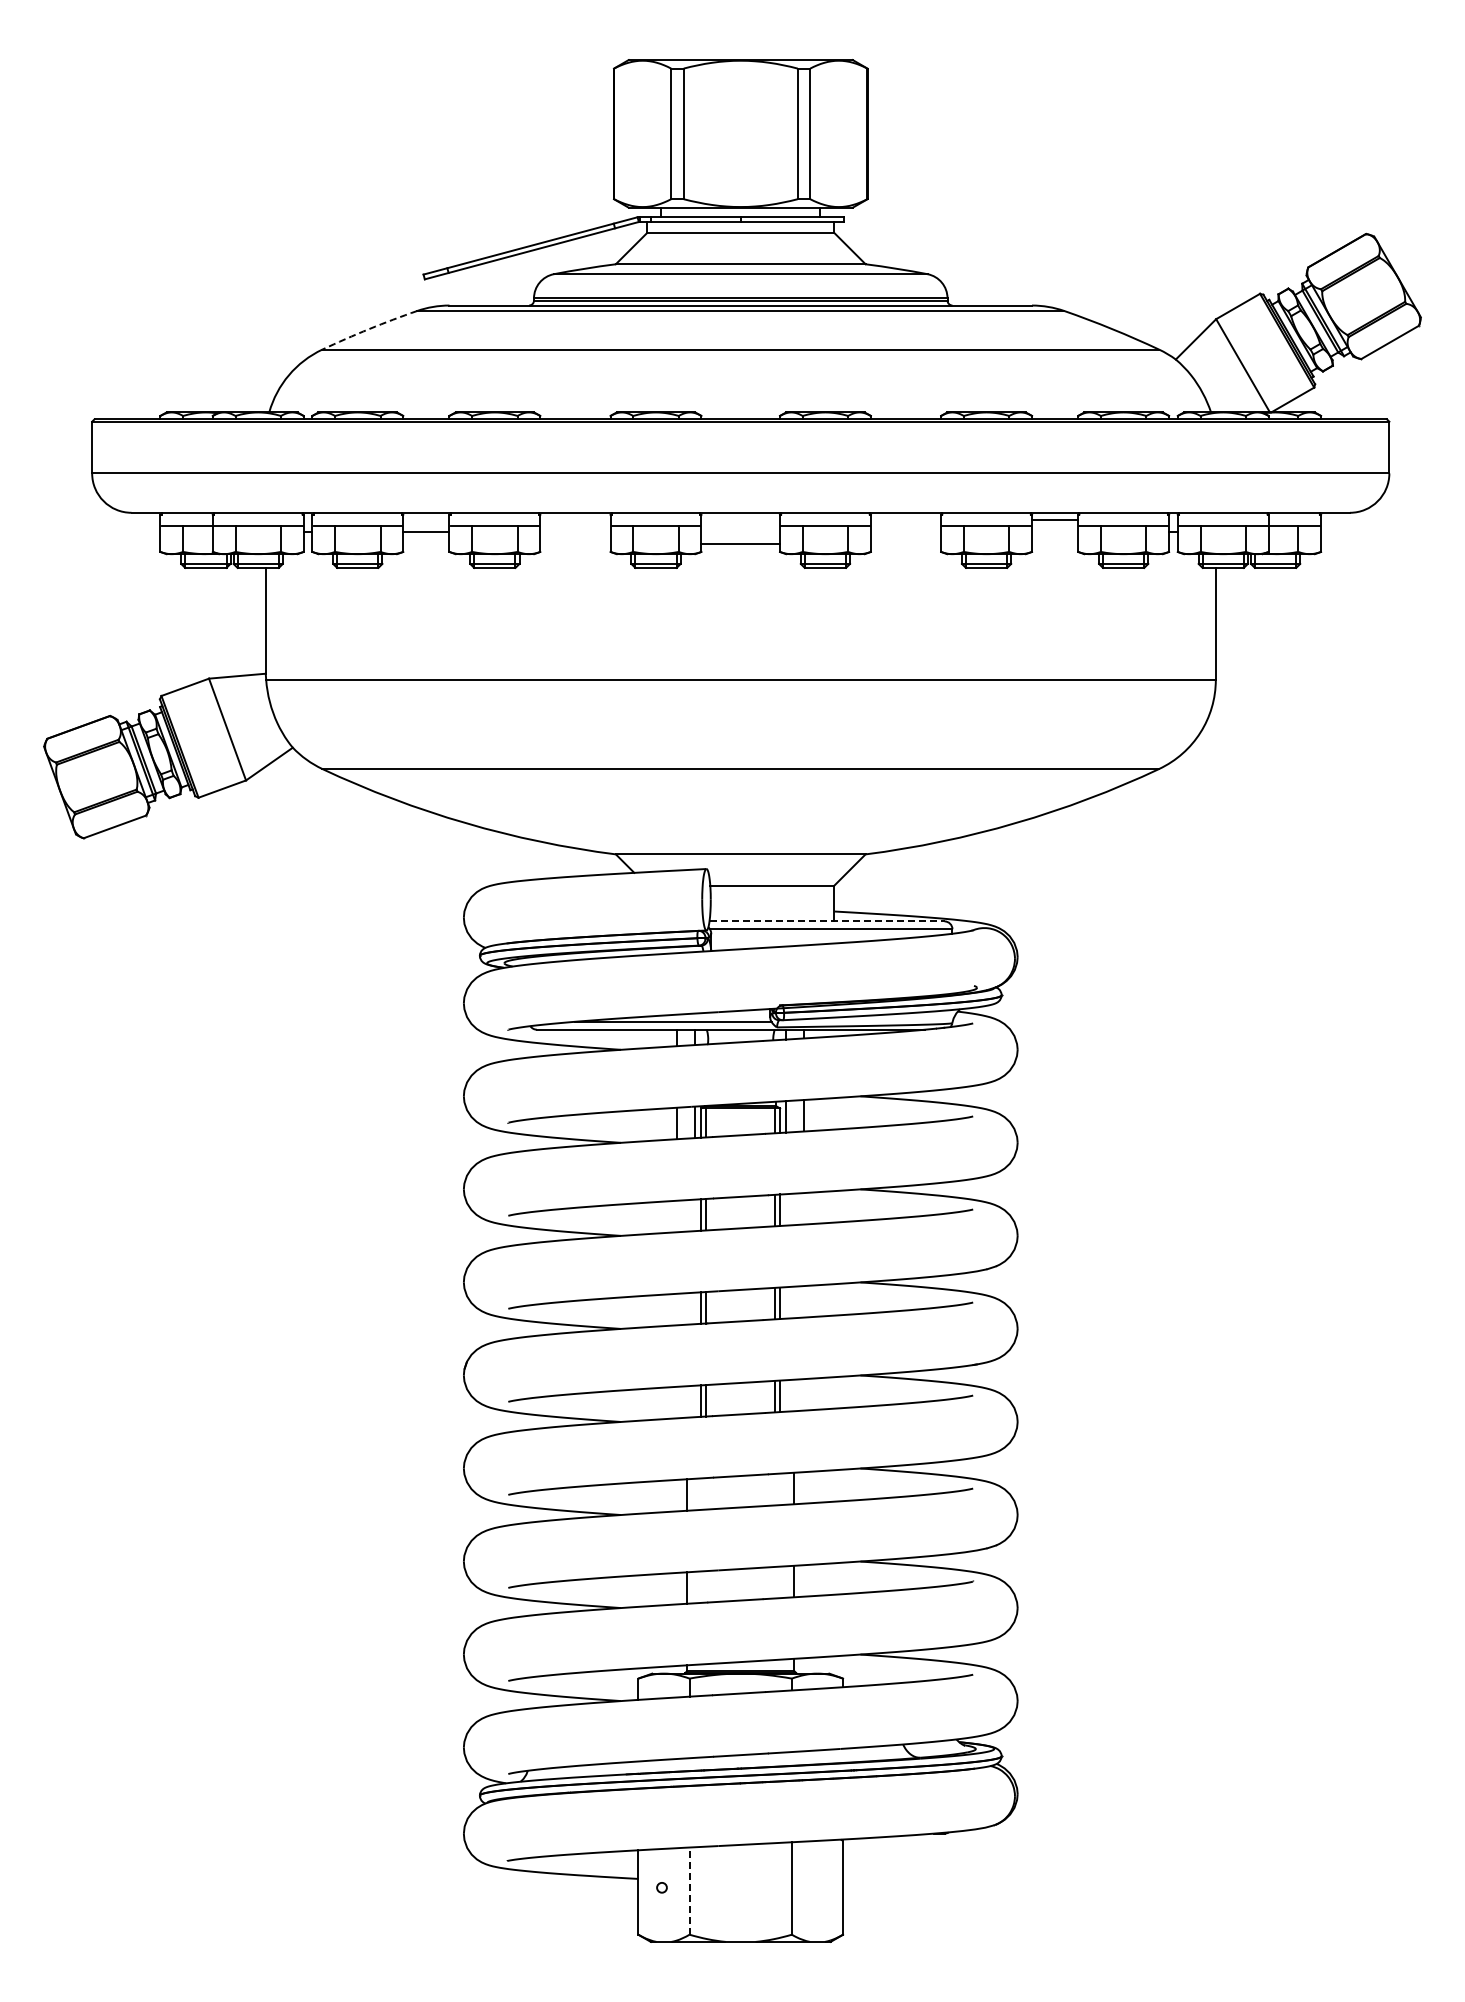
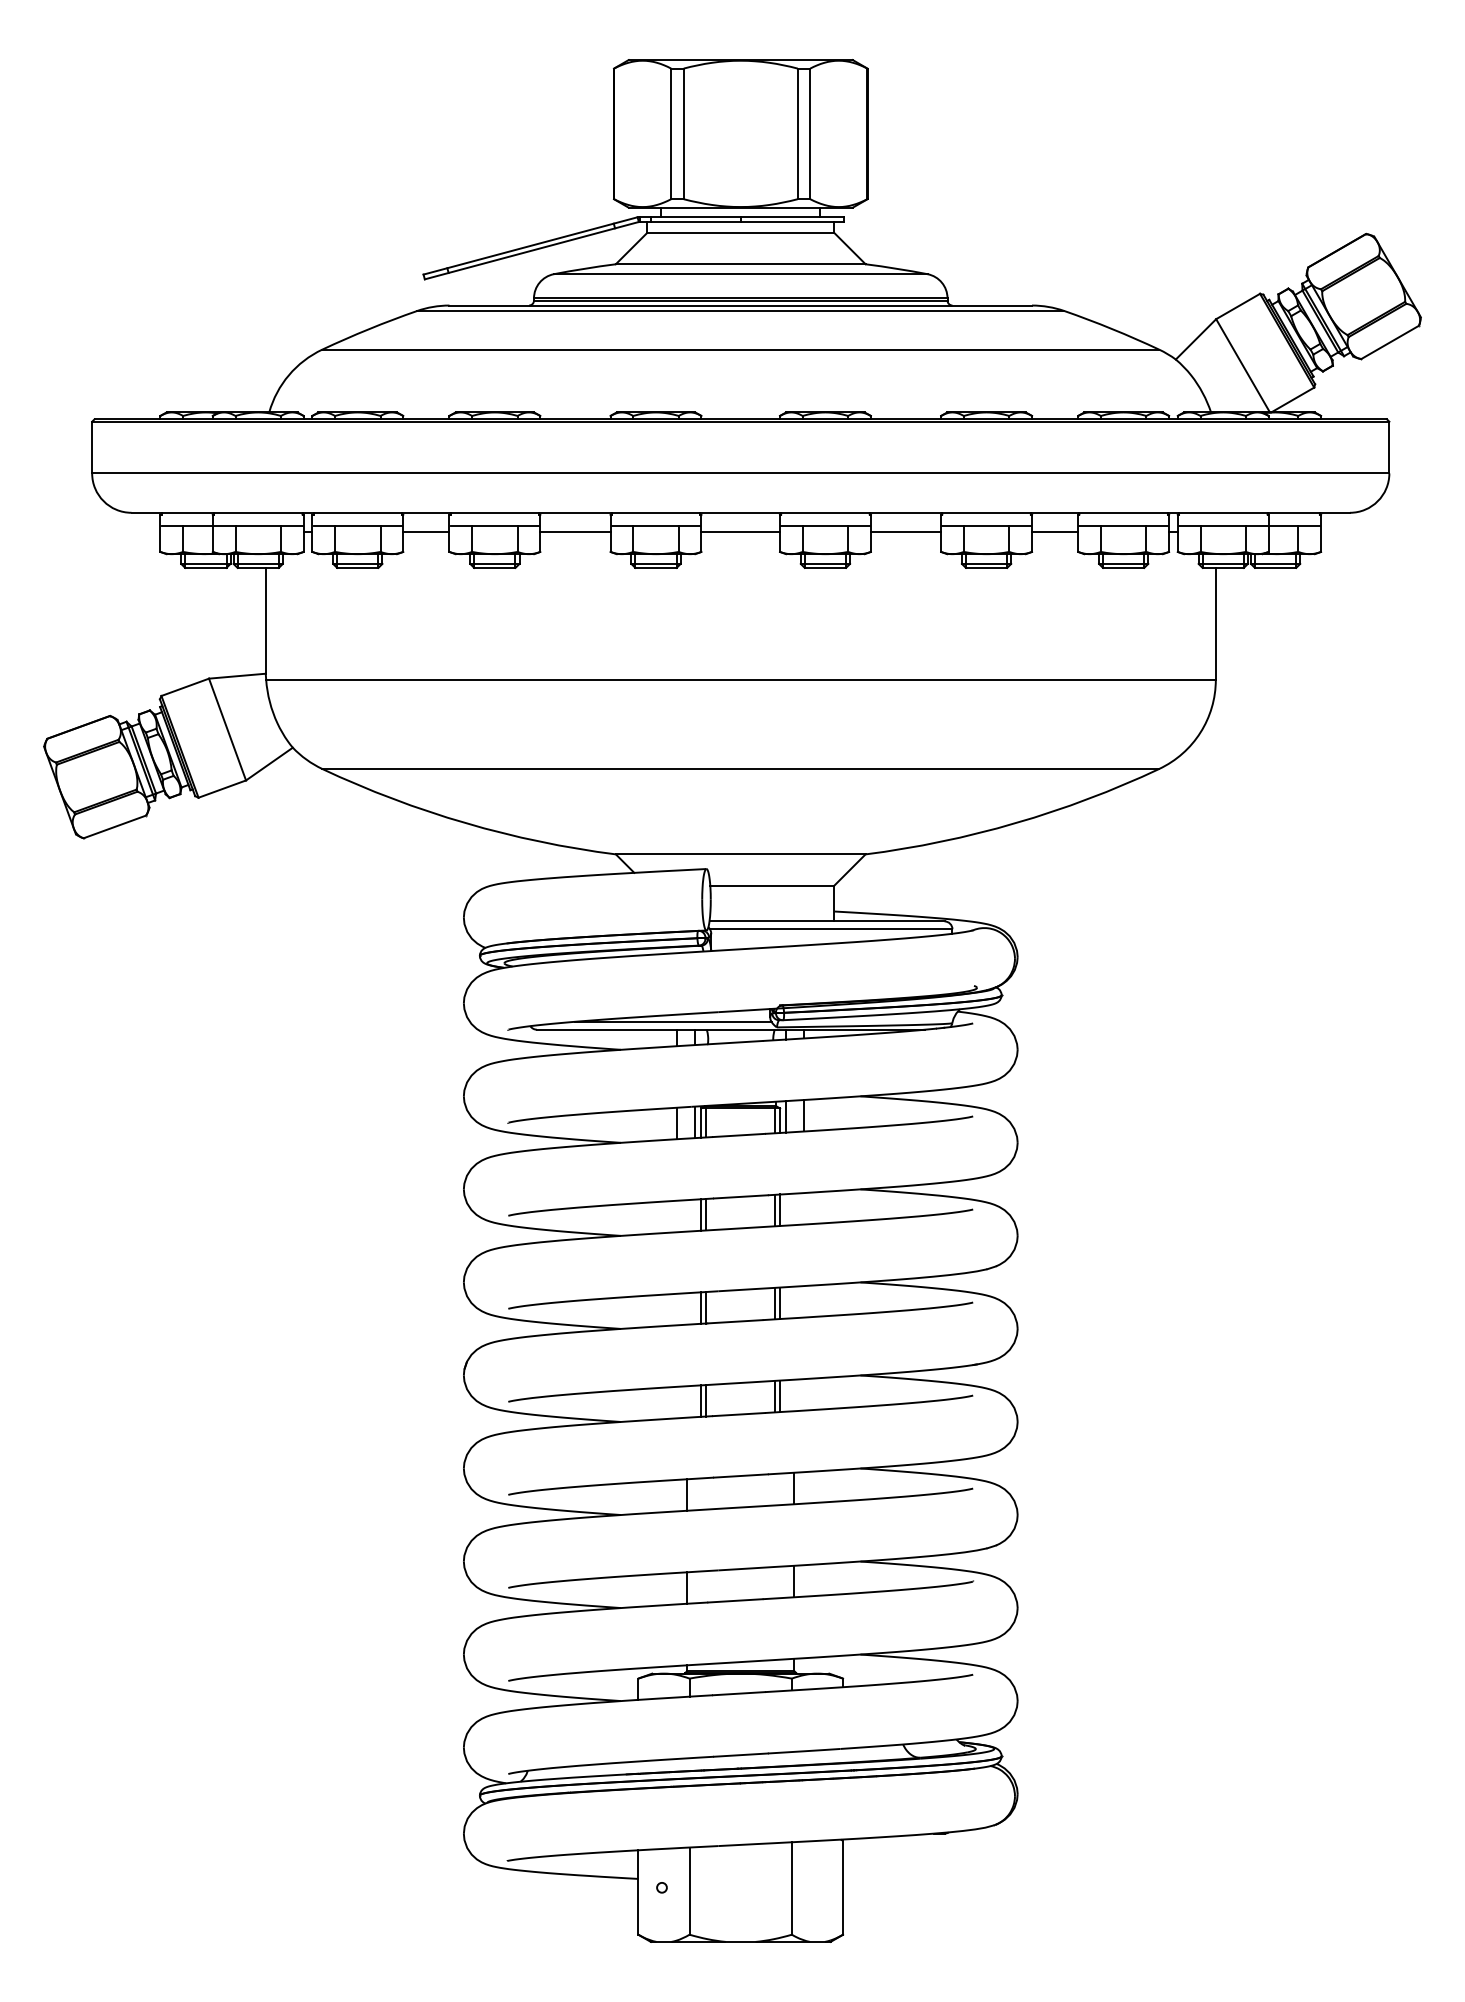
arc at (369, 329): dashed -> solid
line at (1055, 520) position: (1055, 520) -> (1055, 532)
line at (575, 532): none -> present
line at (905, 532): none -> present
line at (740, 544) position: (740, 544) -> (740, 532)
line at (827, 921): dashed -> solid
line at (689, 1891): dashed -> solid
